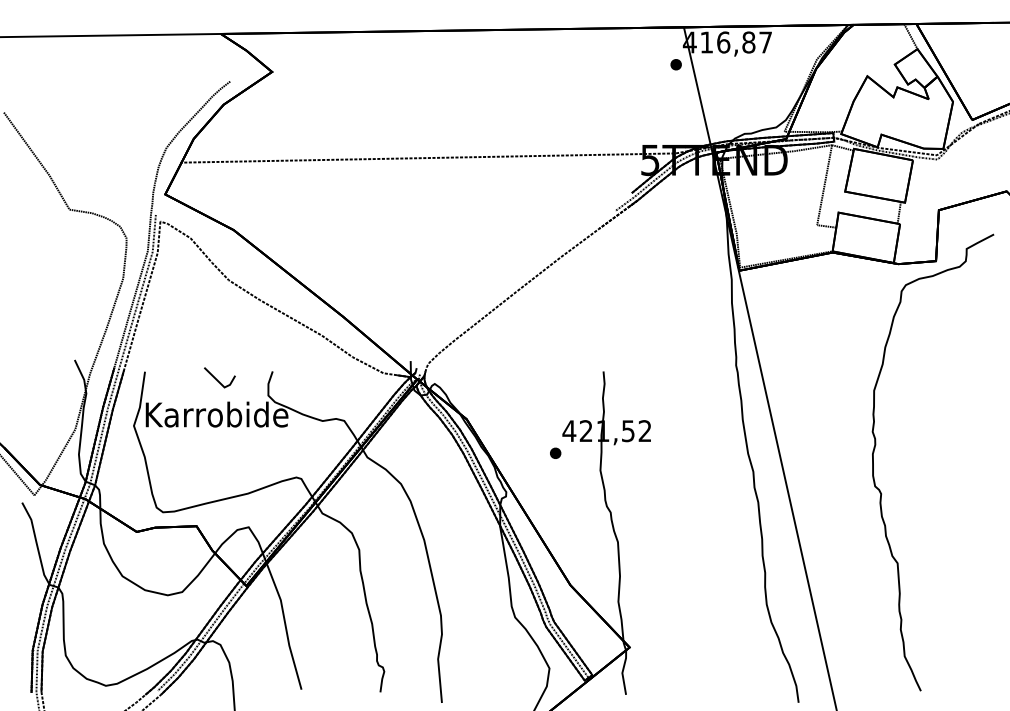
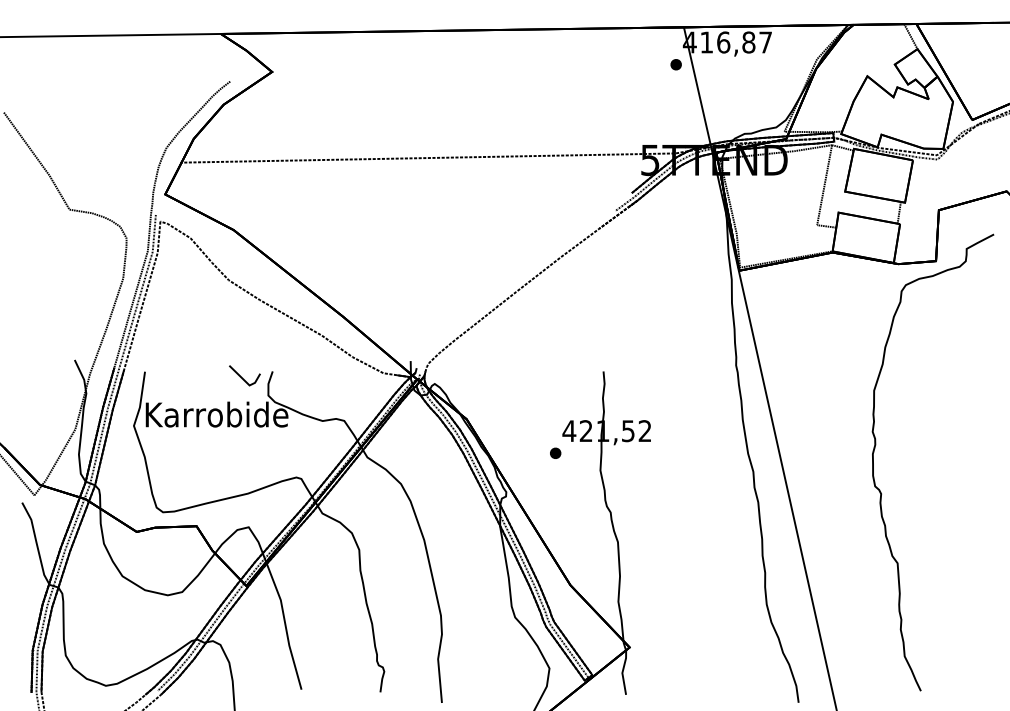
line at (217, 379) position: (217, 379) -> (242, 377)
